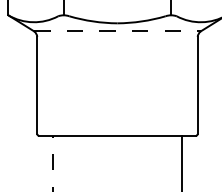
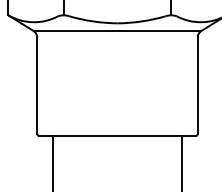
line at (117, 31): dashed -> solid
line at (53, 163): dashed -> solid
